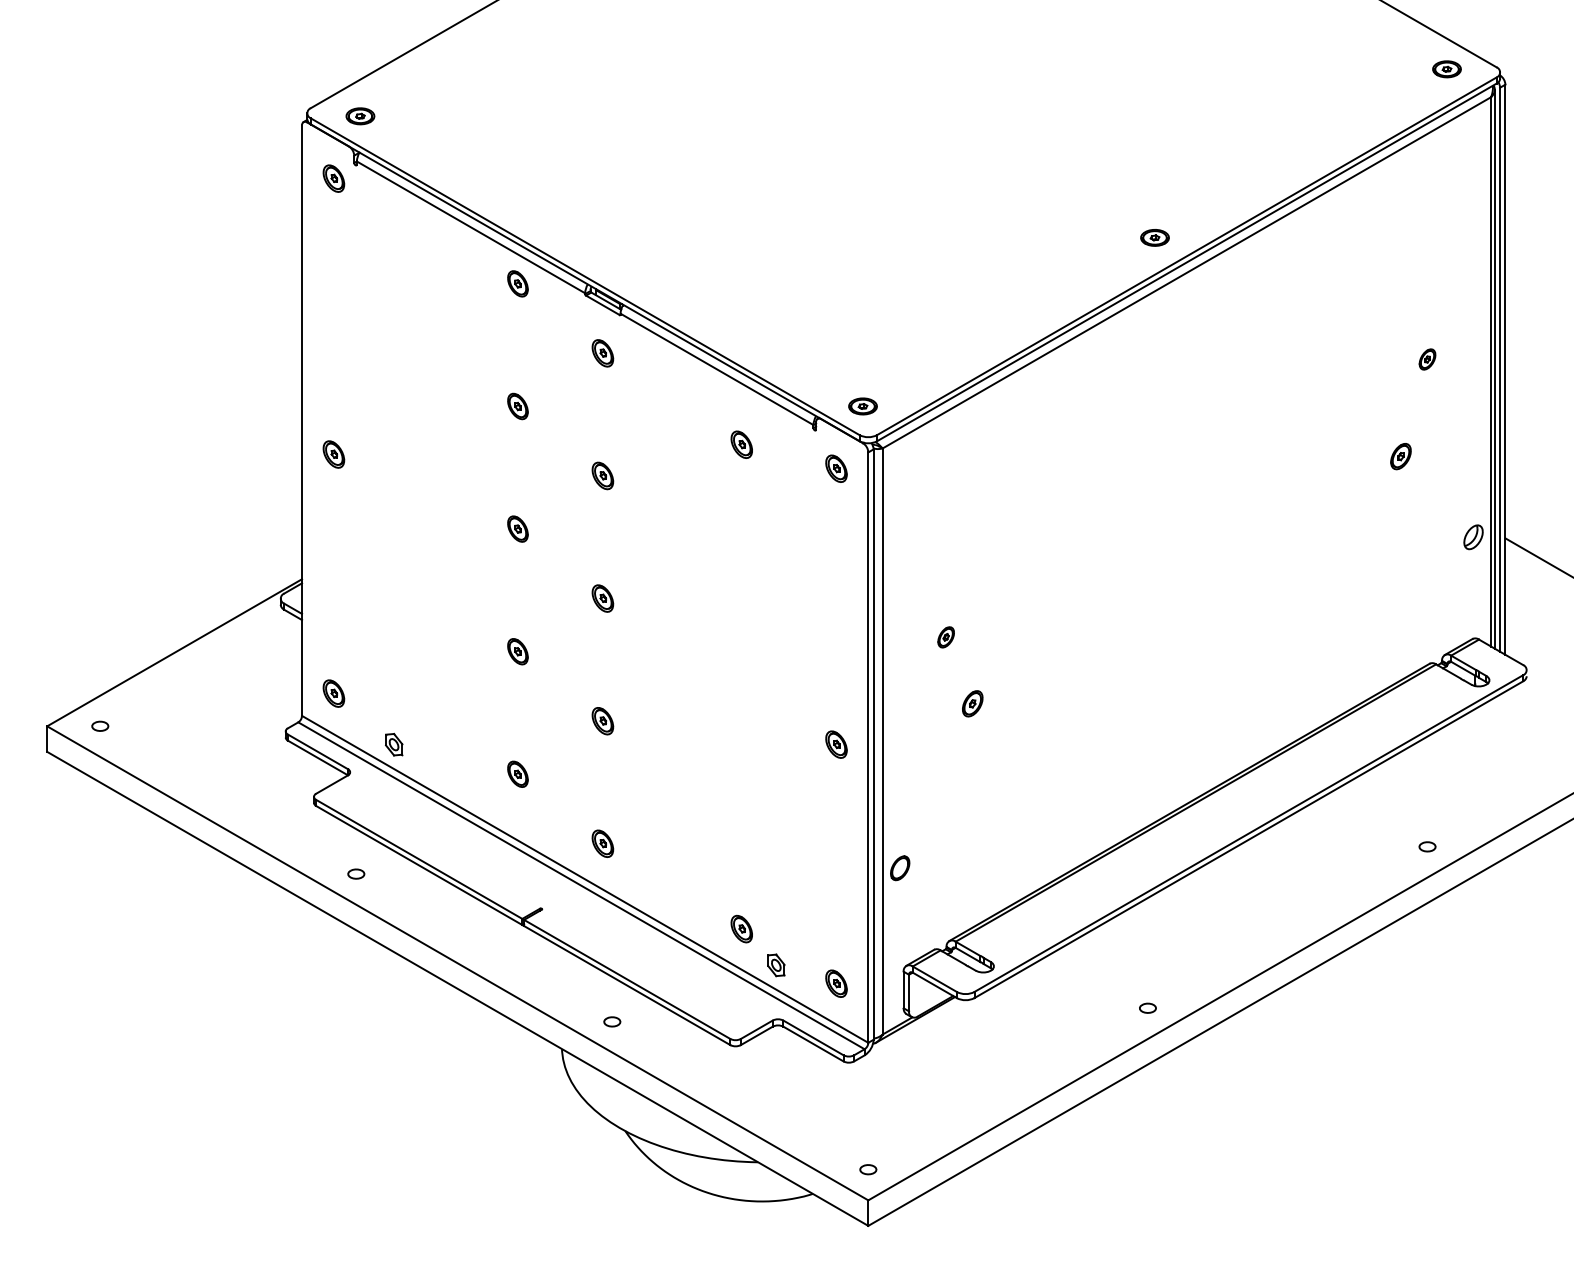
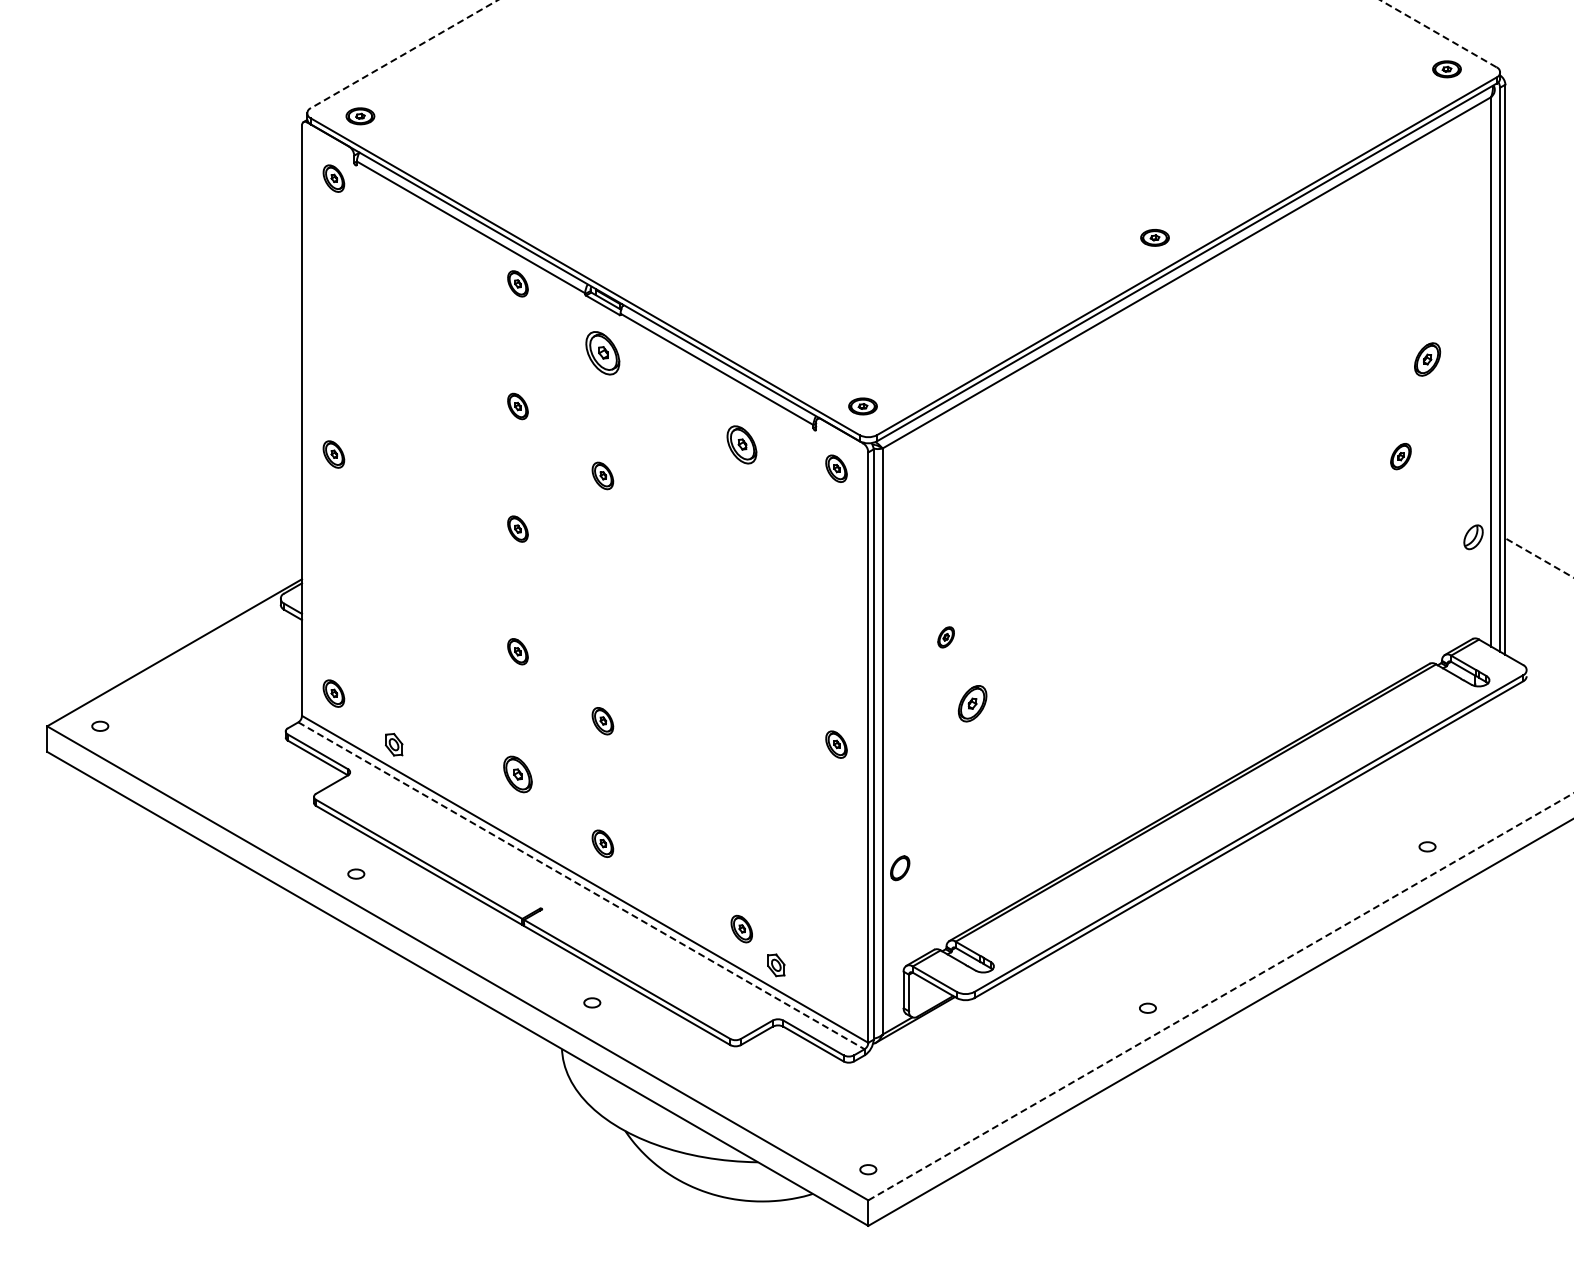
line at (1438, 33): solid -> dashed
line at (404, 54): solid -> dashed
part at (602, 353) size: 24x29 px -> 36x45 px
part at (1427, 359) size: 19x23 px -> 28x35 px
line at (1494, 368): present -> none
part at (741, 444) size: 23x29 px -> 32x40 px
line at (1539, 557): solid -> dashed
part at (602, 598): present -> none
part at (972, 703) size: 22x28 px -> 31x38 px
part at (517, 773) size: 22x28 px -> 30x39 px
line at (581, 885): solid -> dashed
part at (836, 983): present -> none
line at (1220, 996): solid -> dashed
part at (612, 1021) position: (612, 1021) -> (592, 1002)
